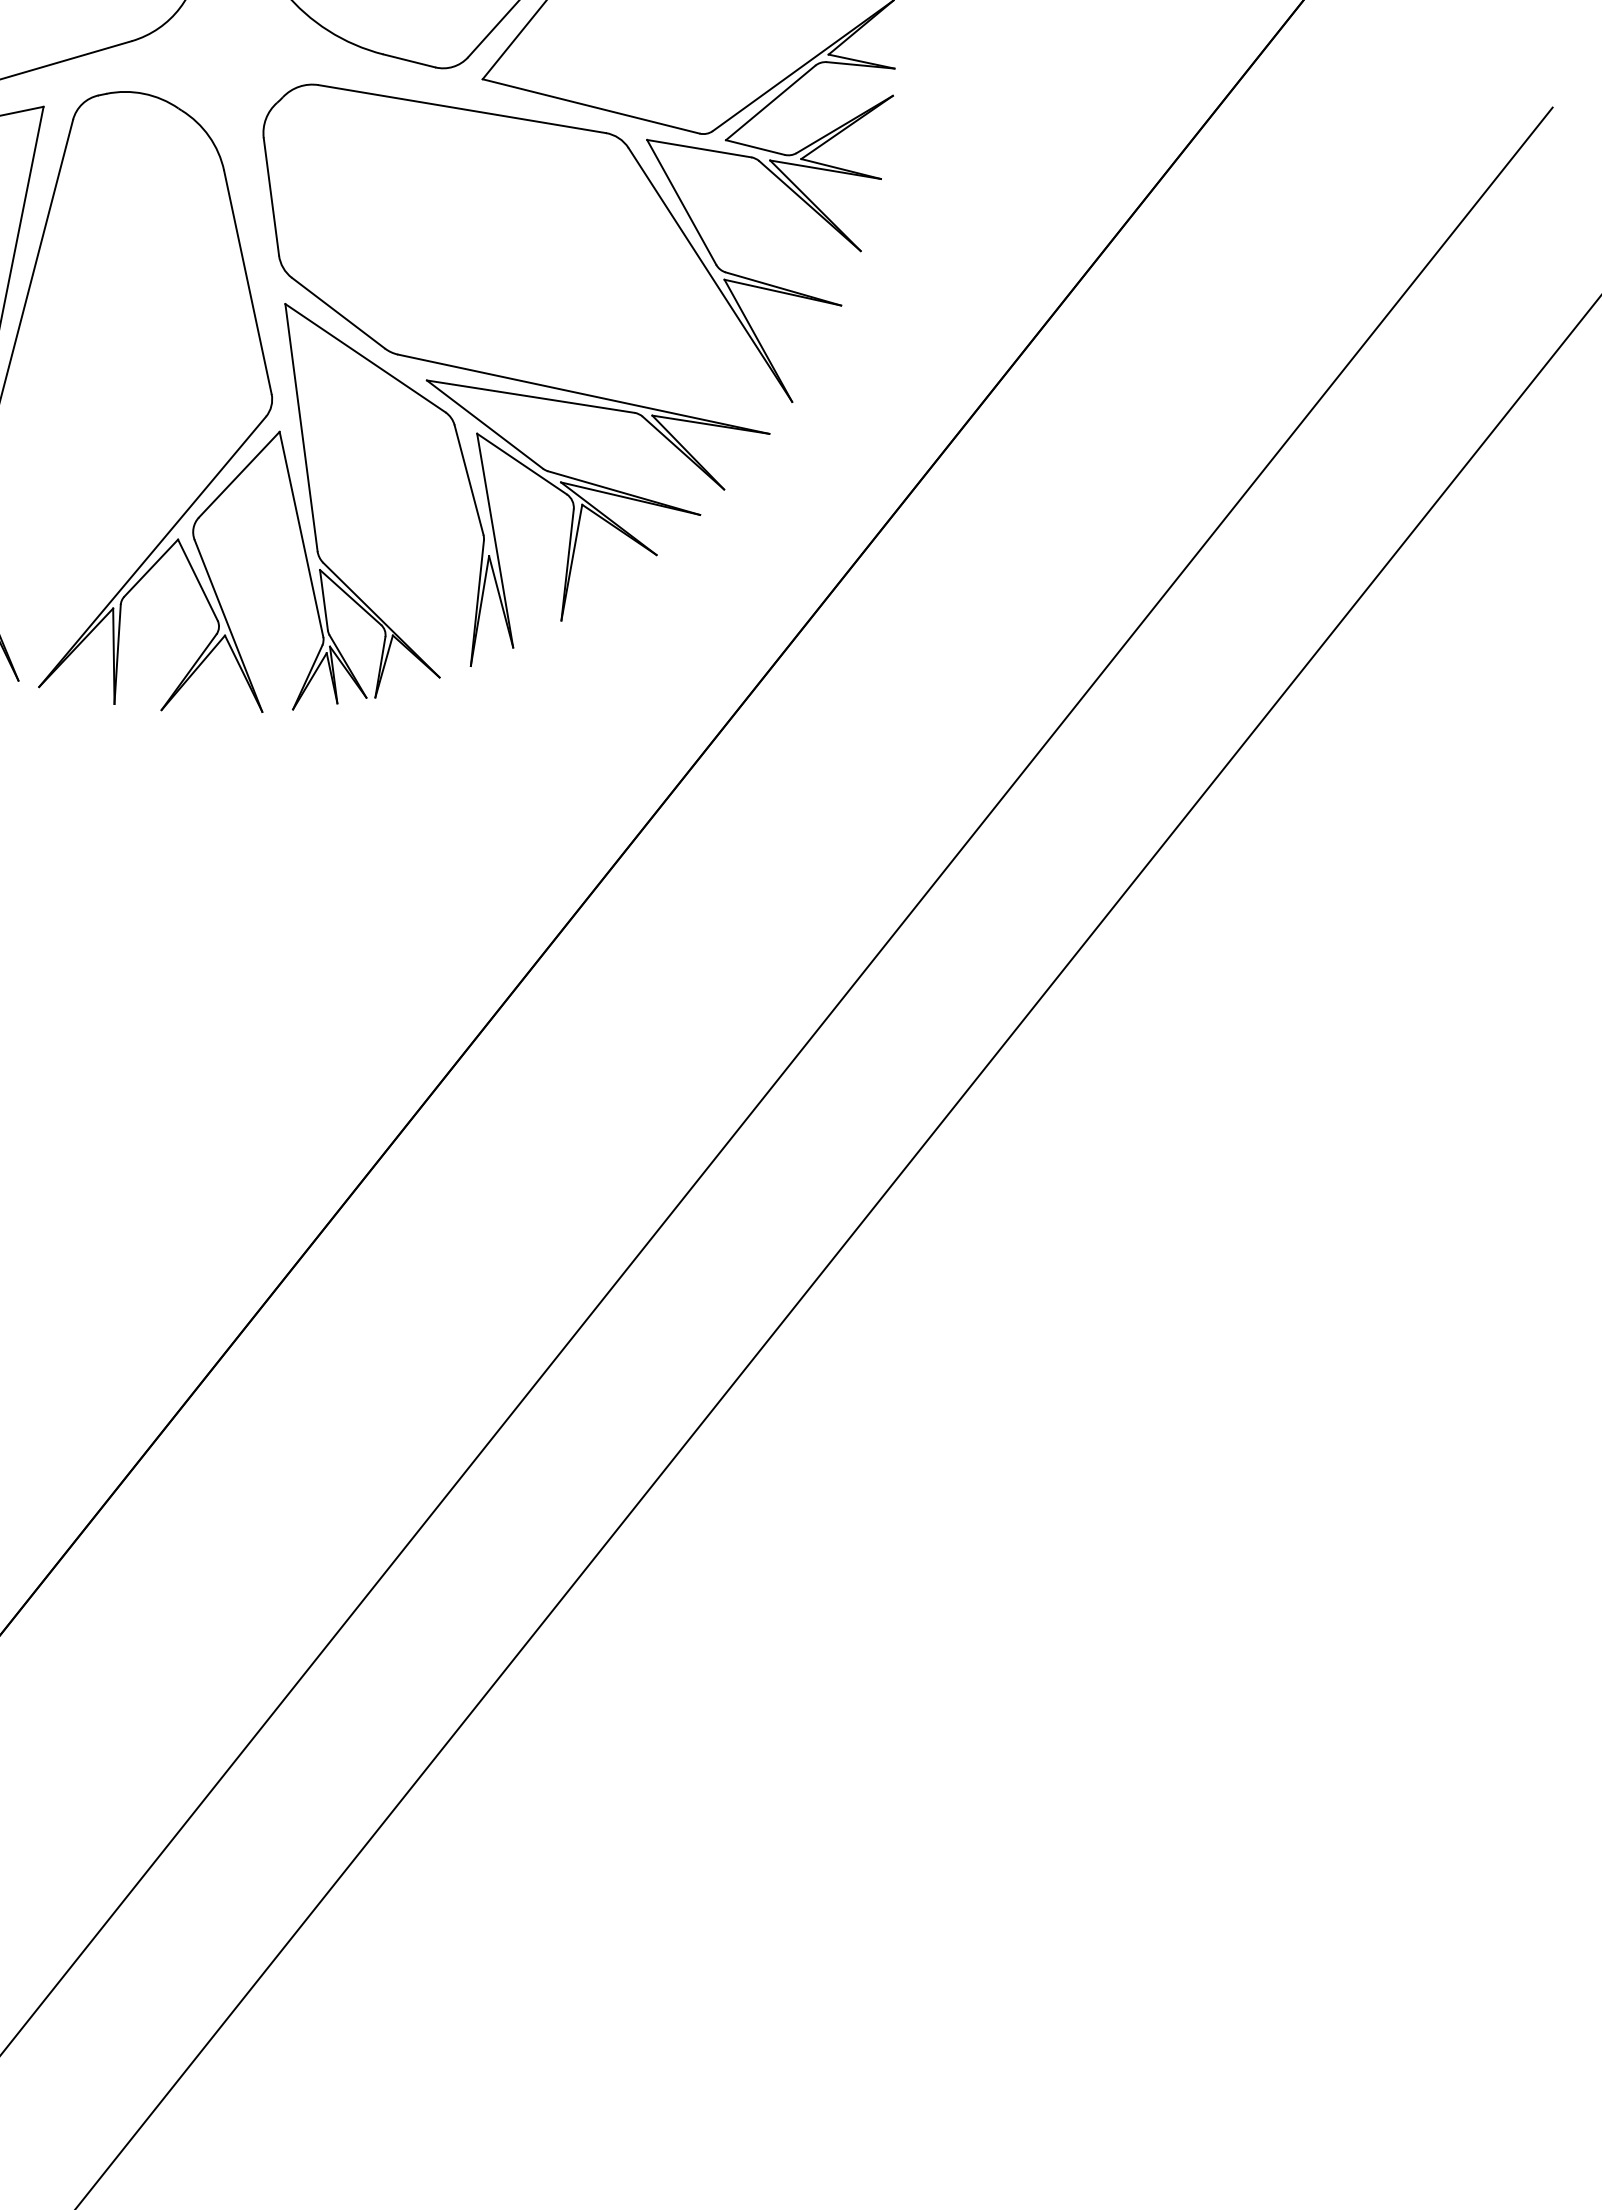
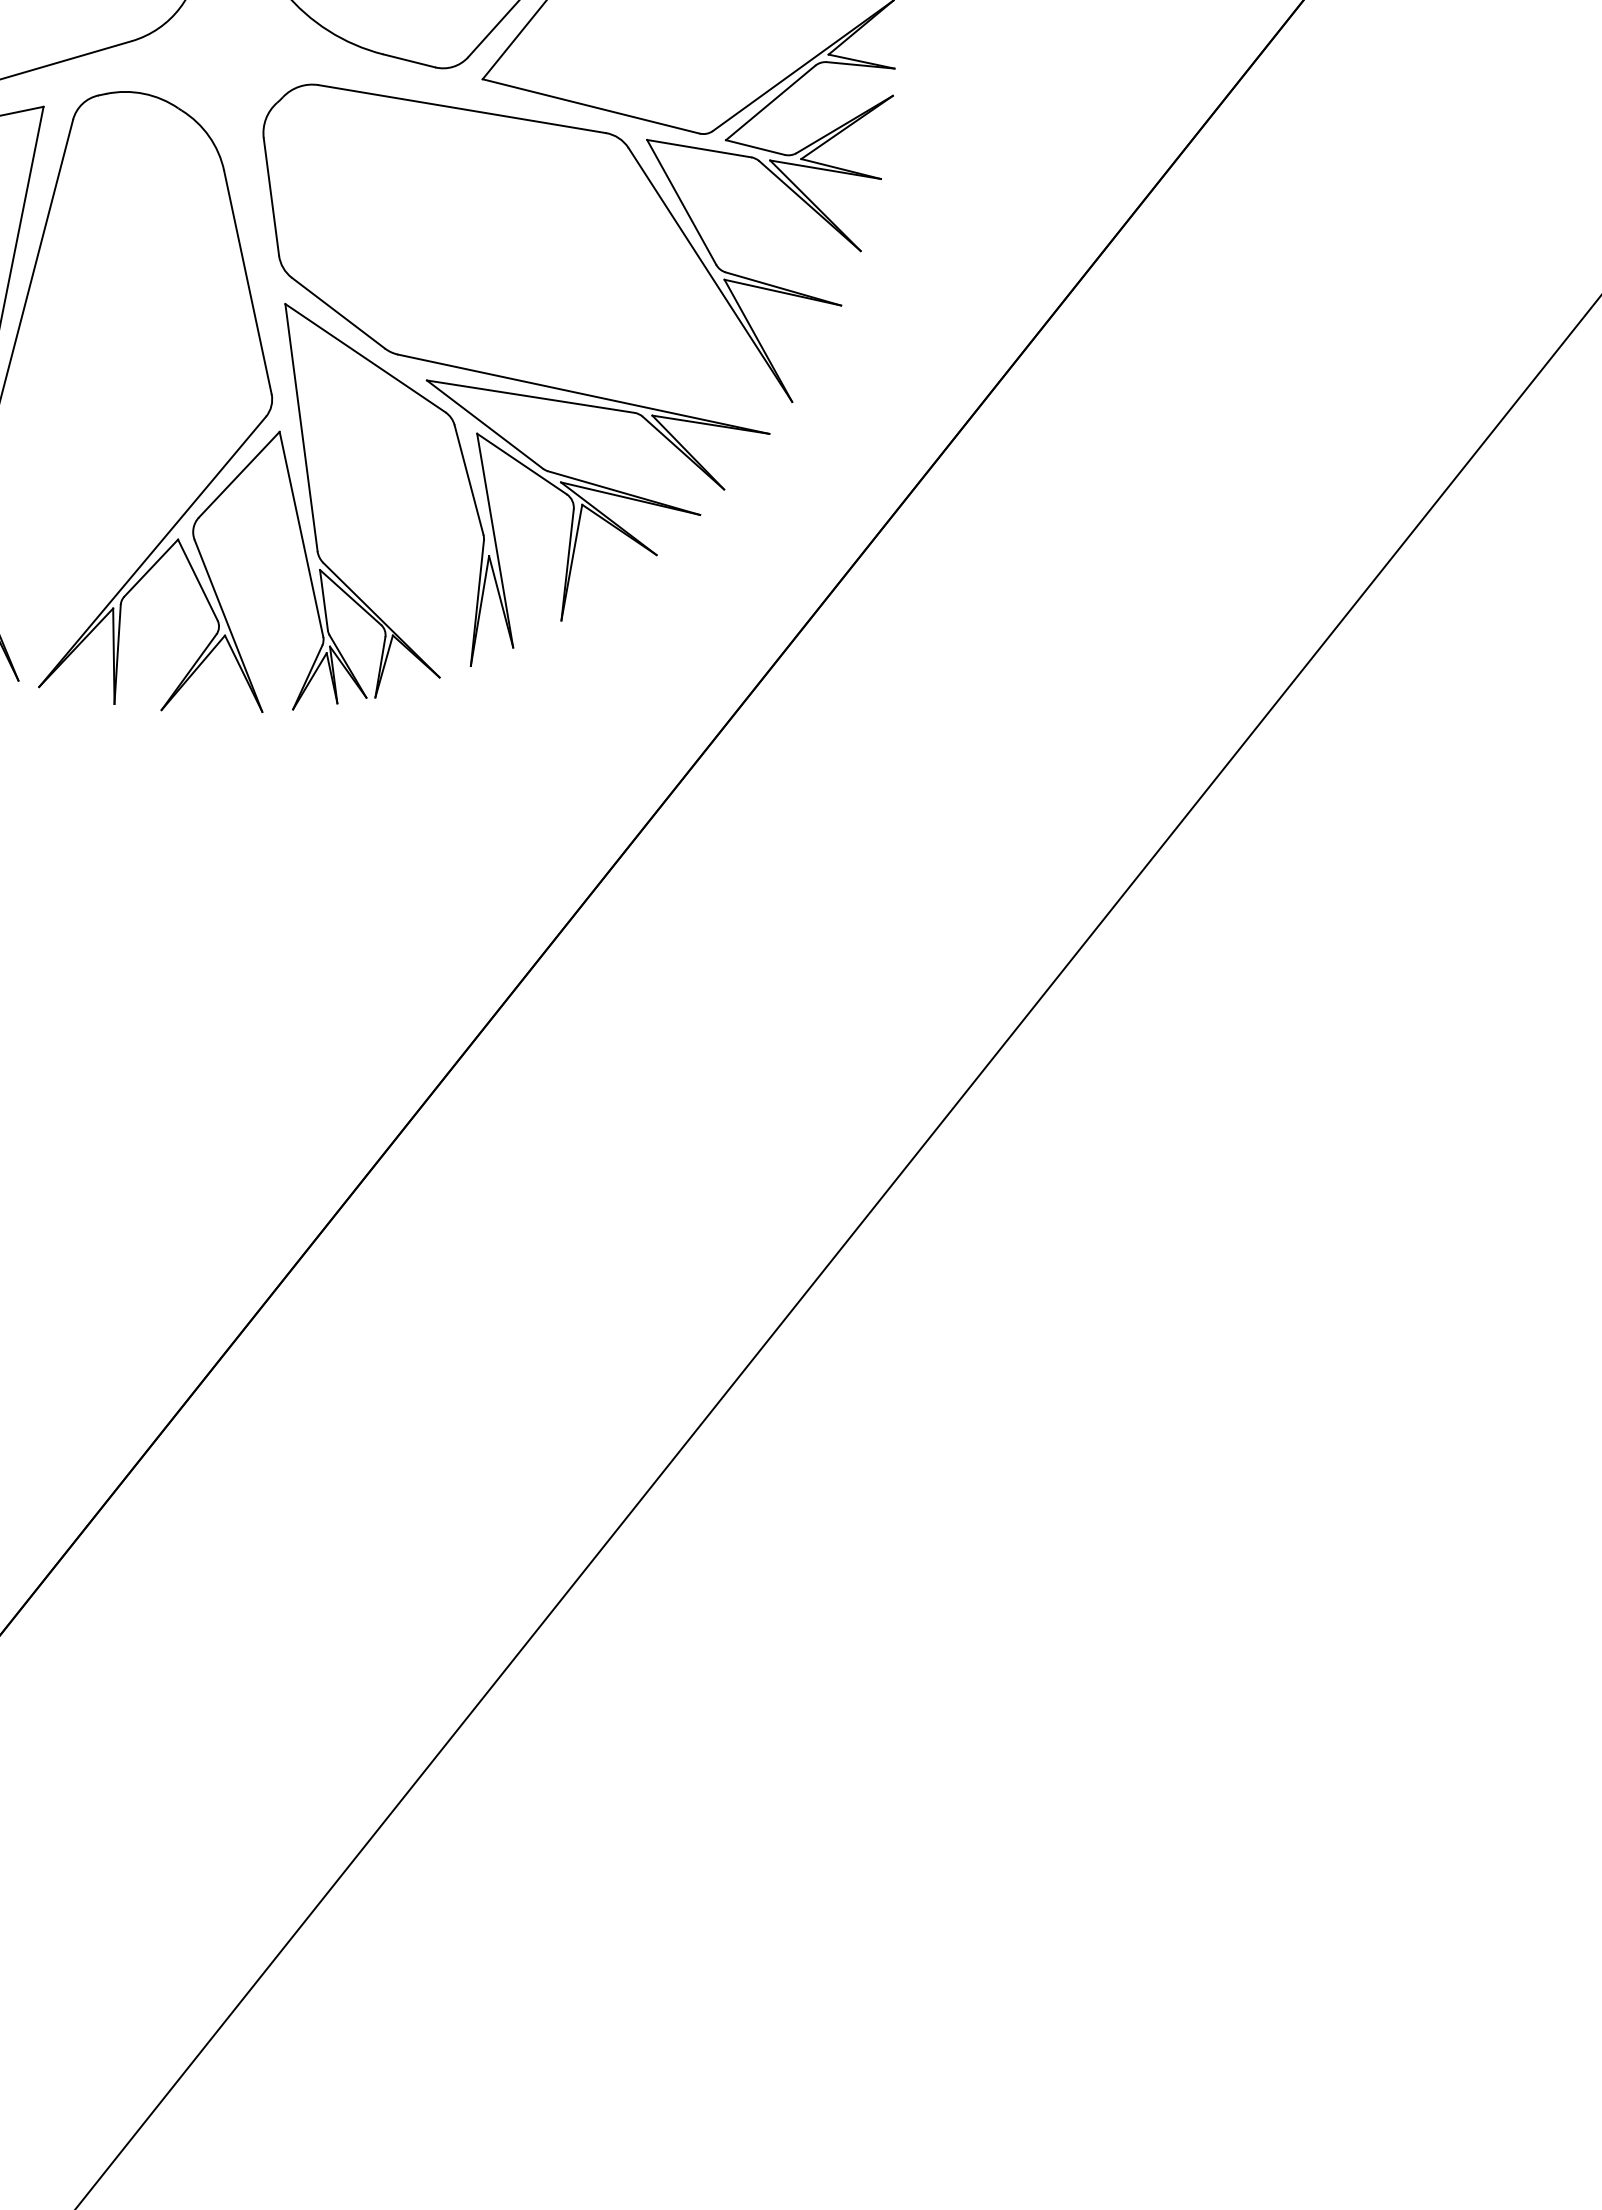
line at (777, 1080): present -> none
